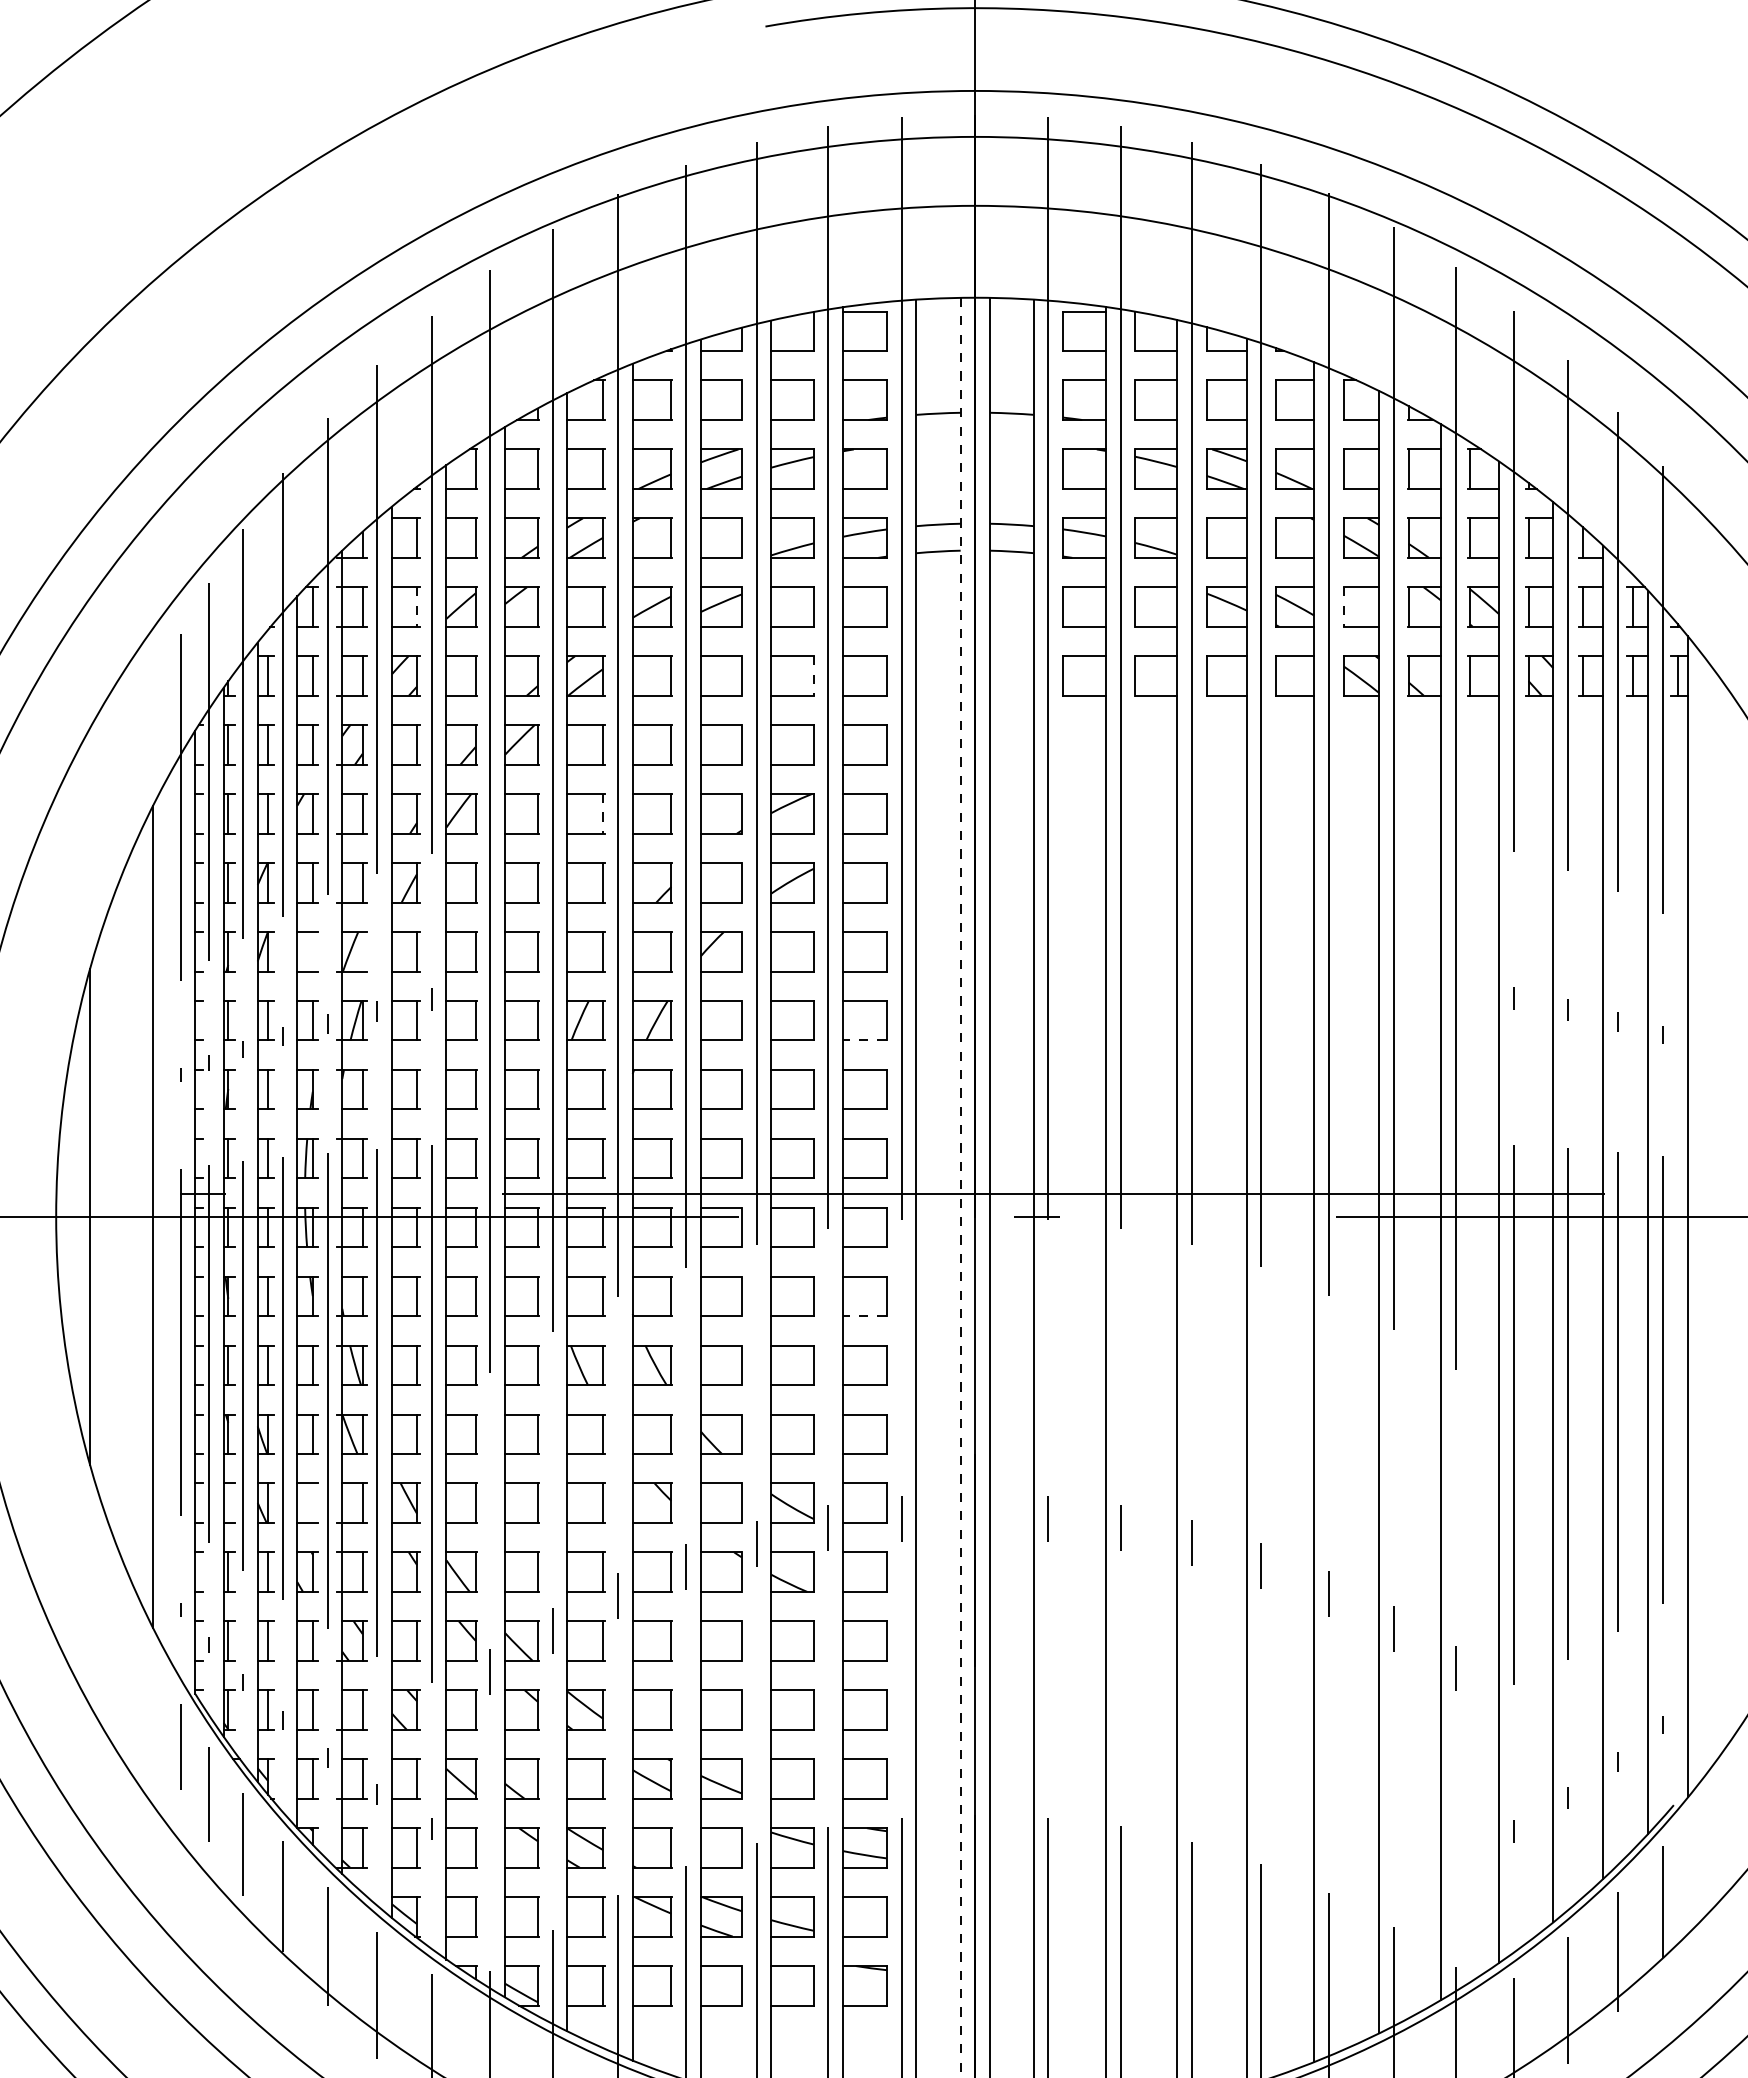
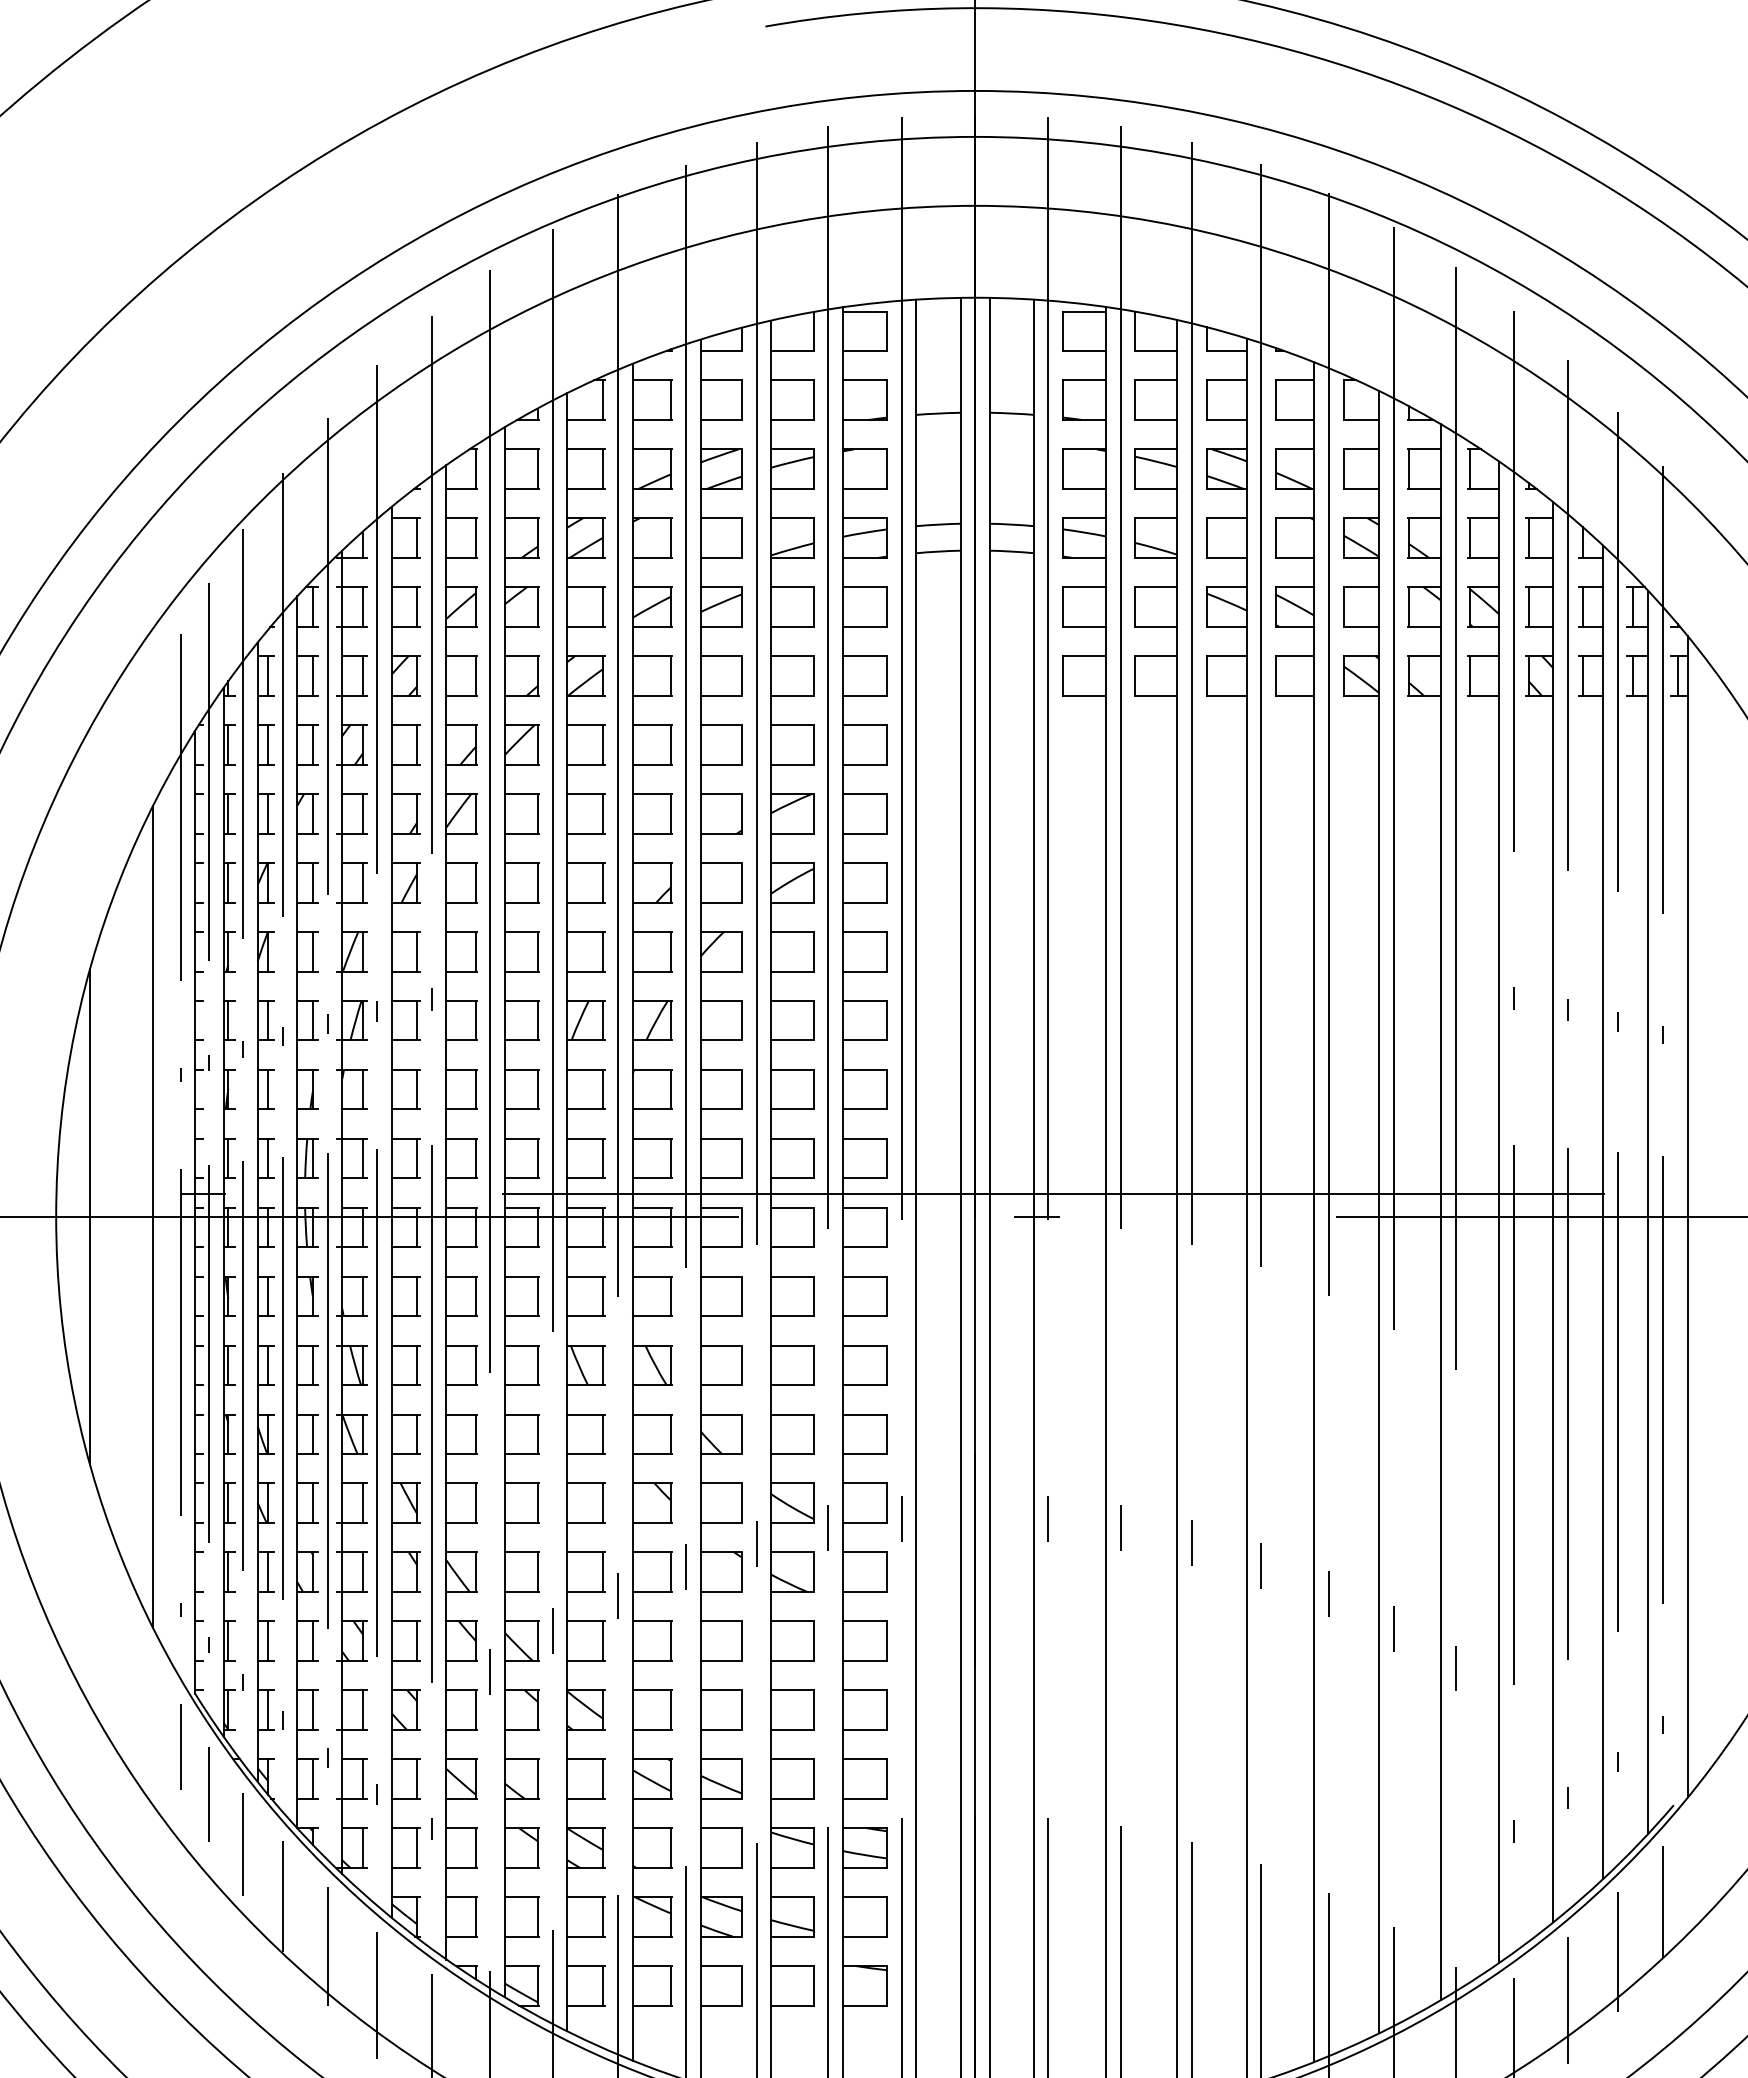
line at (417, 607): dashed -> solid
line at (1343, 607): dashed -> solid
line at (813, 676): dashed -> solid
line at (603, 813): dashed -> solid
line at (312, 951): none -> present
line at (362, 951): none -> present
line at (864, 1040): dashed -> solid
line at (960, 1187): dashed -> solid
line at (864, 1316): dashed -> solid
line at (228, 1503): none -> present
line at (312, 1503): none -> present
